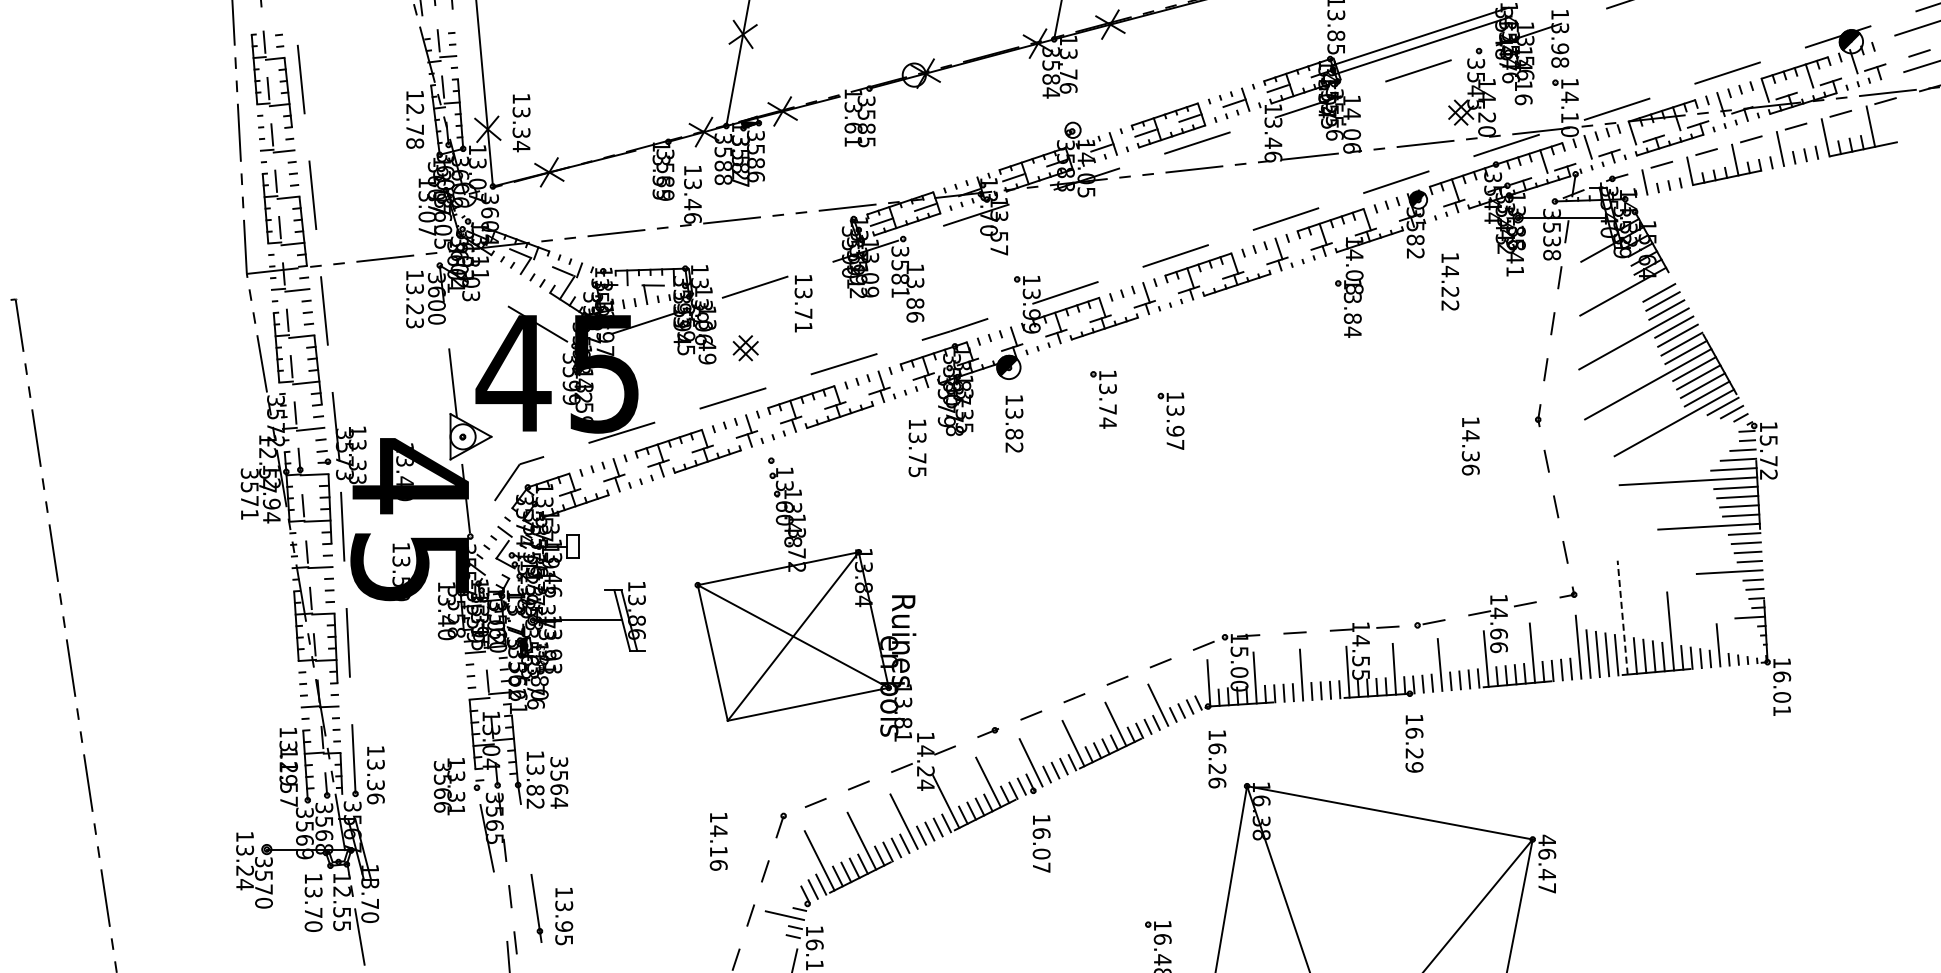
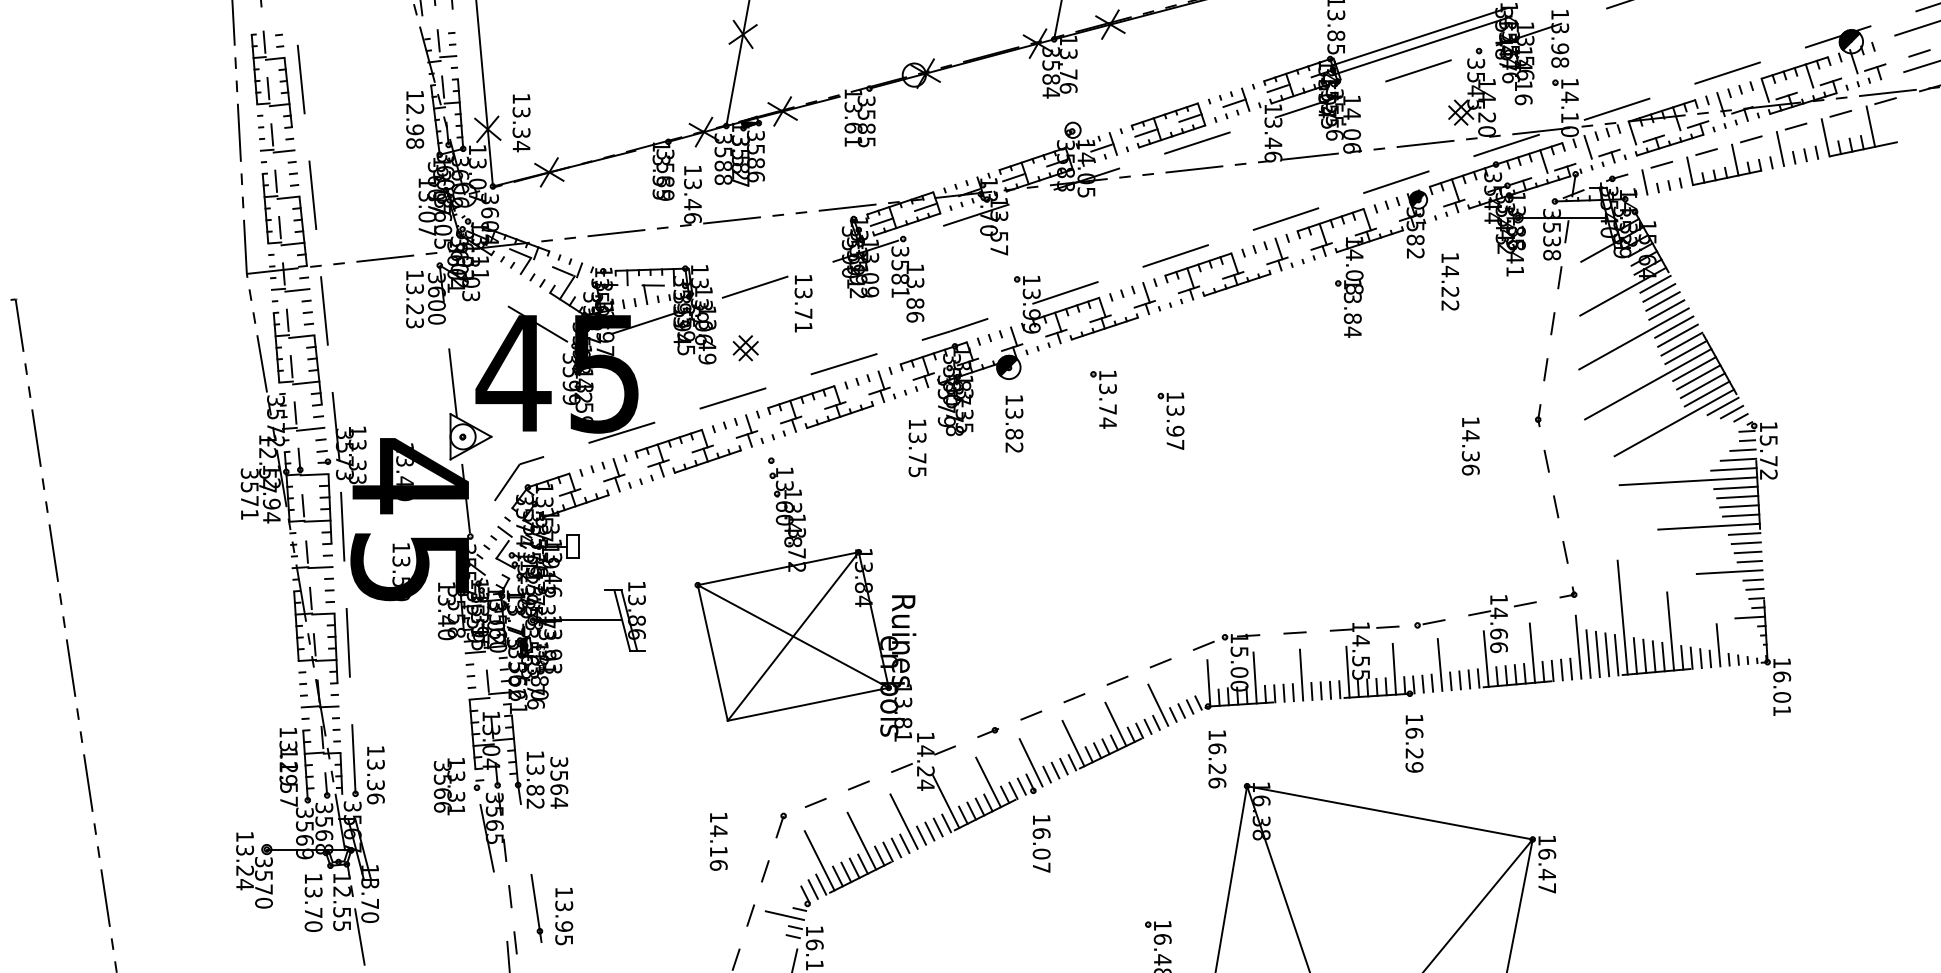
text at (415, 129): 12.78 -> 12.98
line at (1655, 283): none -> present
line at (1622, 617): dashed -> solid
text at (1546, 840): 46.47 -> 16.47
